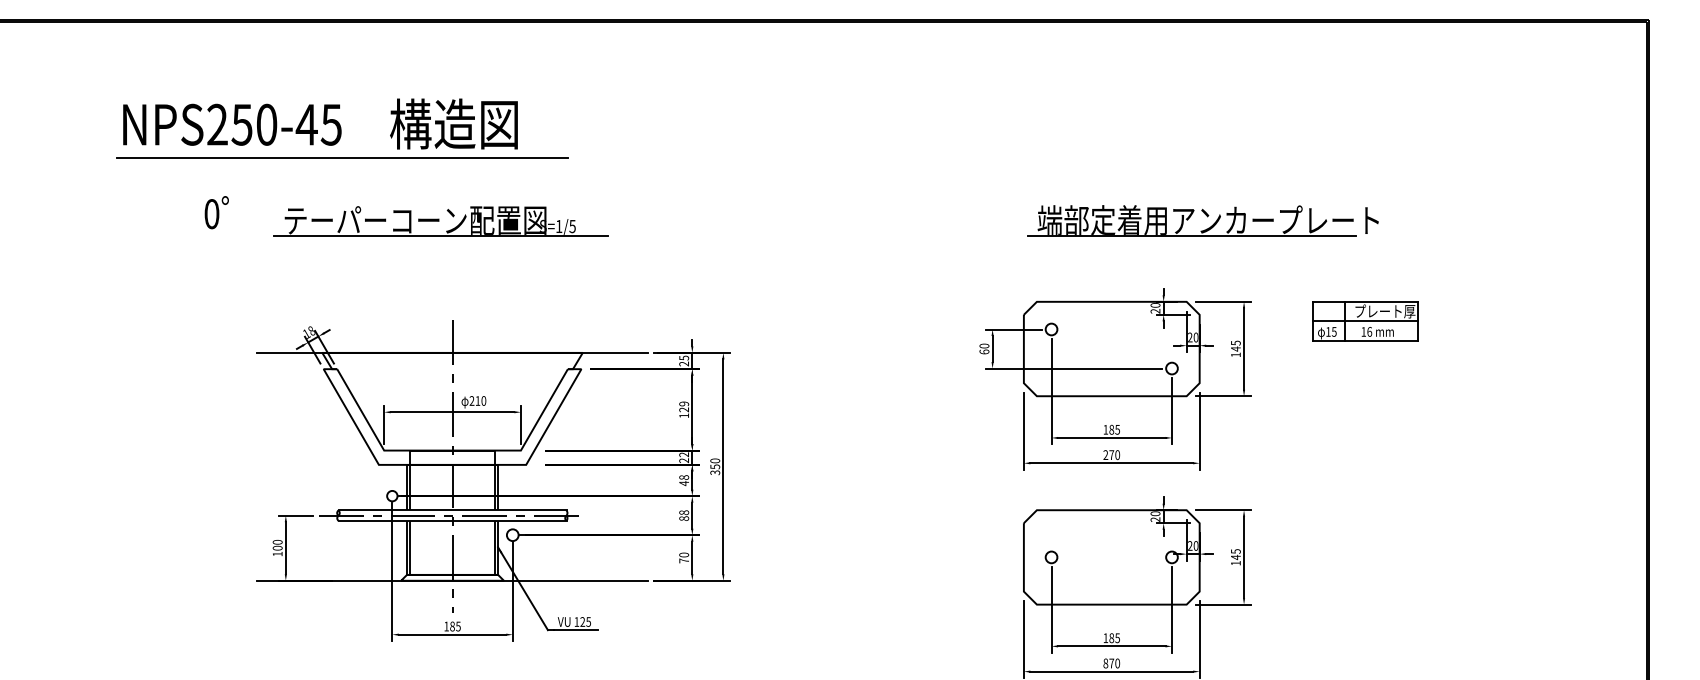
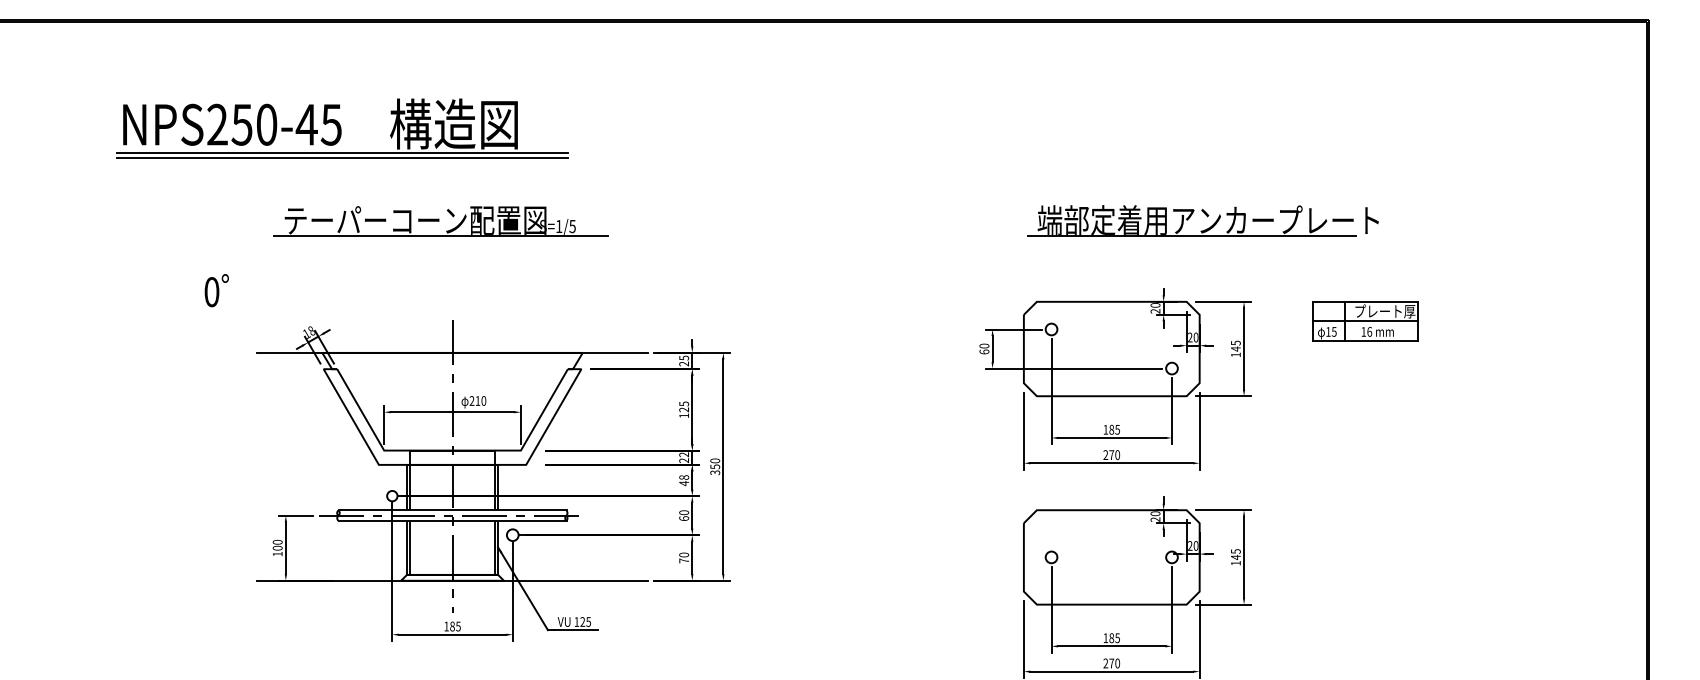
line at (342, 152): none -> present
text at (216, 212) position: (216, 212) -> (216, 290)
text at (683, 403): 129 -> 125
text at (683, 515): 88 -> 60
text at (1105, 663): 870 -> 270
